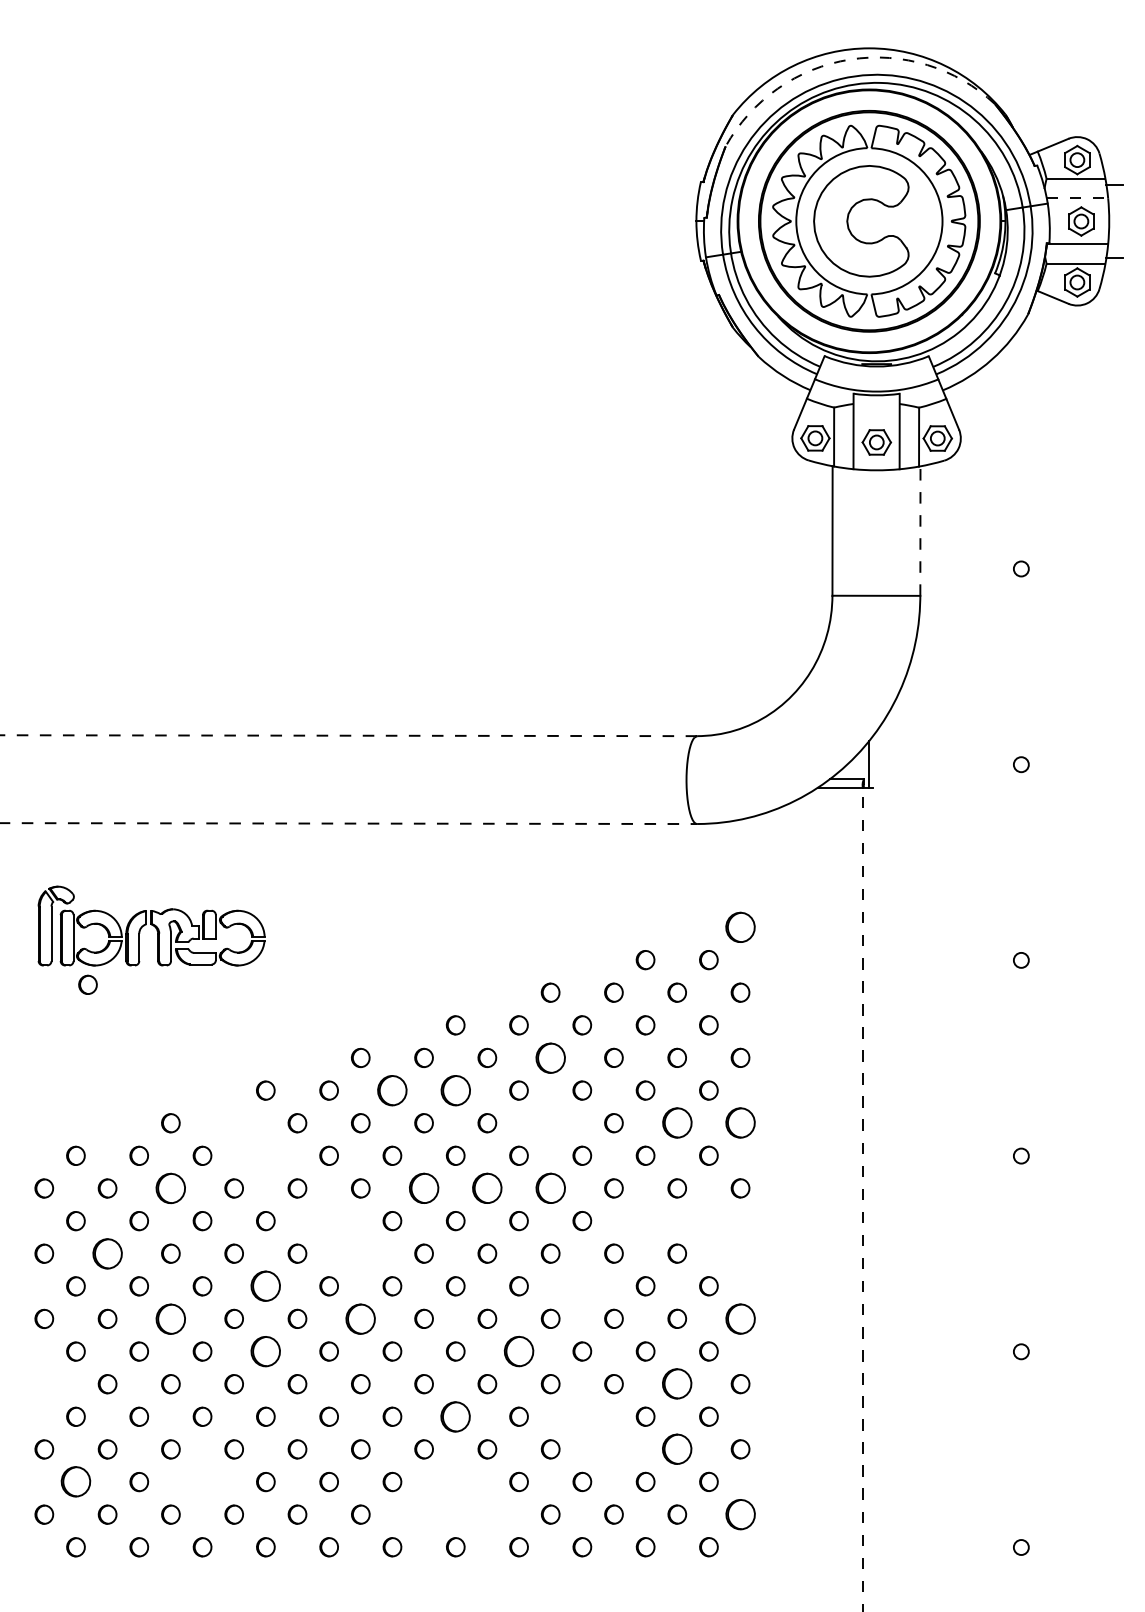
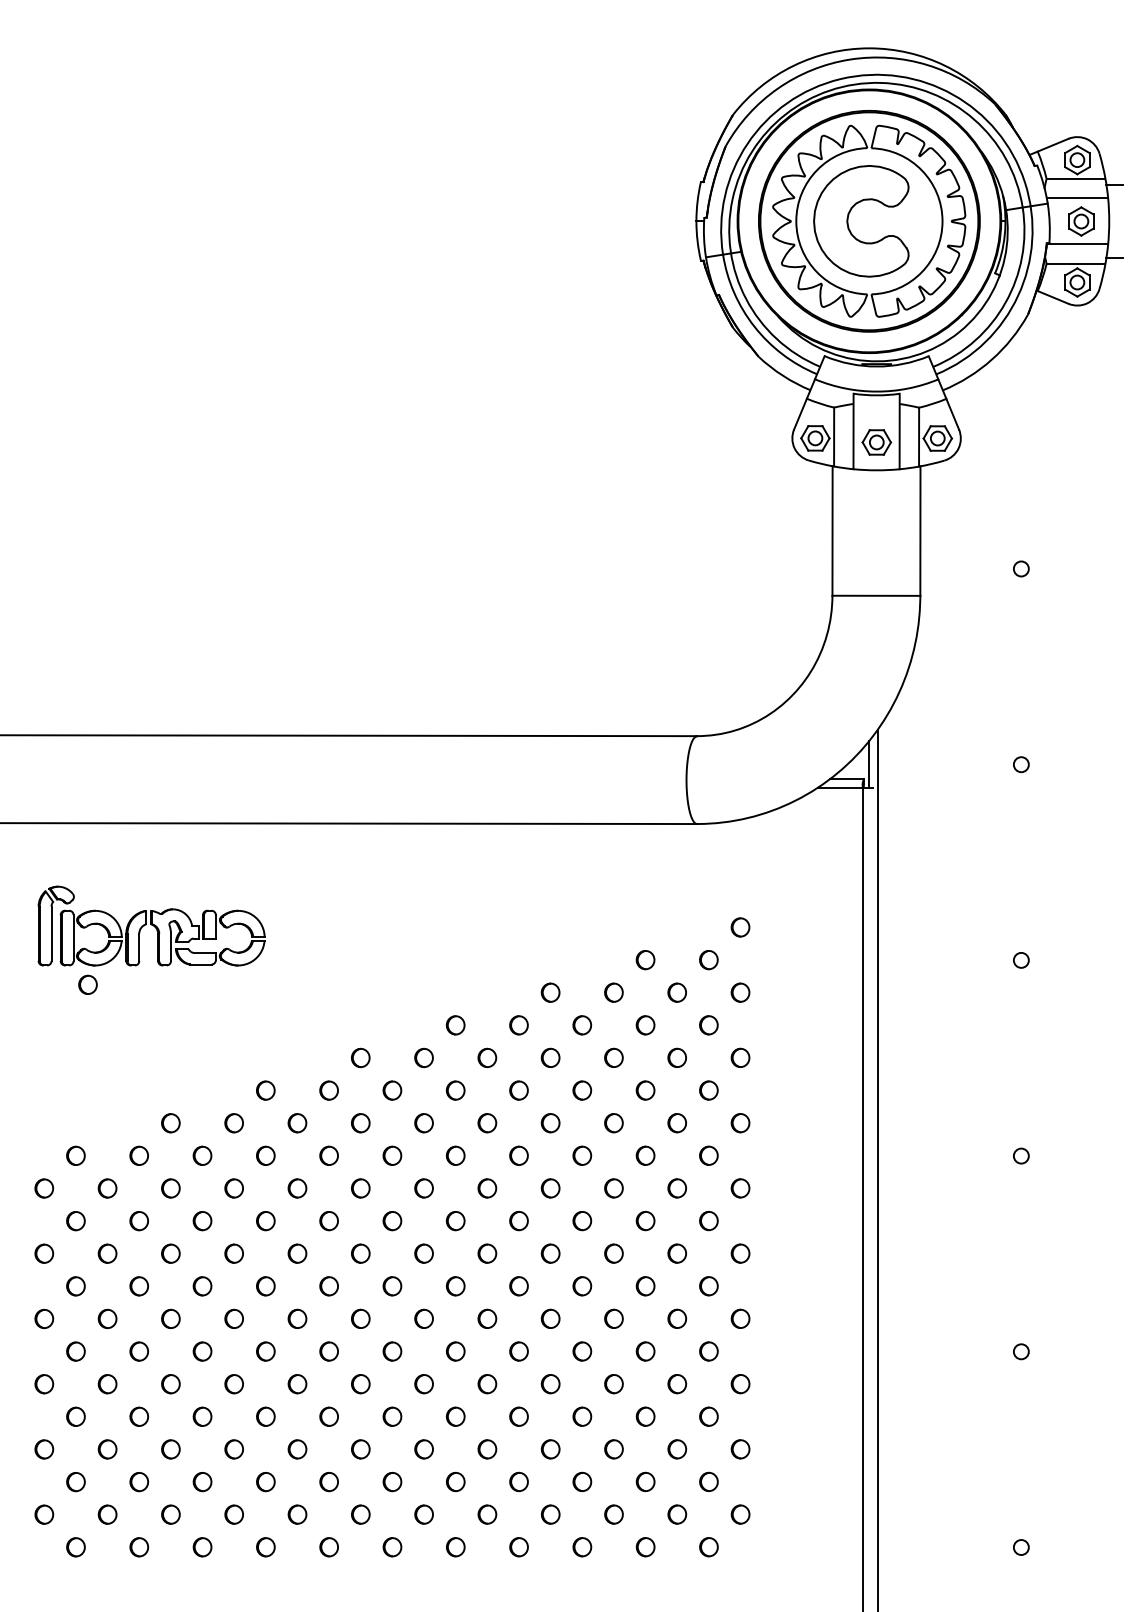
arc at (849, 59): dashed -> solid
line at (1077, 198): dashed -> solid
line at (920, 531): dashed -> solid
line at (348, 735): dashed -> solid
line at (349, 823): dashed -> solid
part at (740, 926) size: 31x32 px -> 21x21 px
part at (550, 1057) size: 31x32 px -> 21x21 px
part at (392, 1090) size: 31x32 px -> 21x21 px
part at (455, 1090) size: 31x32 px -> 21x21 px
part at (677, 1122) size: 31x32 px -> 20x21 px
part at (740, 1122) size: 31x32 px -> 21x21 px
part at (233, 1123): none -> present
part at (550, 1123): none -> present
part at (265, 1155): none -> present
line at (877, 1168): none -> present
part at (424, 1187) size: 31x32 px -> 20x21 px
part at (487, 1187) size: 31x32 px -> 21x21 px
part at (550, 1187) size: 31x32 px -> 21x21 px
part at (170, 1188) size: 31x33 px -> 20x21 px
line at (862, 1199): dashed -> solid
part at (645, 1220): none -> present
part at (328, 1221): none -> present
part at (708, 1221): none -> present
part at (107, 1253) size: 31x32 px -> 21x21 px
part at (360, 1253): none -> present
part at (740, 1253): none -> present
part at (265, 1285) size: 31x32 px -> 20x21 px
part at (582, 1286): none -> present
part at (170, 1318) size: 31x32 px -> 20x21 px
part at (360, 1318) size: 31x32 px -> 20x21 px
part at (740, 1318) size: 31x32 px -> 21x21 px
part at (265, 1351) size: 31x32 px -> 20x21 px
part at (518, 1351) size: 32x33 px -> 20x21 px
part at (677, 1383) size: 31x32 px -> 21x21 px
part at (44, 1384): none -> present
part at (455, 1416) size: 31x32 px -> 20x21 px
part at (582, 1416): none -> present
part at (677, 1448) size: 31x32 px -> 21x21 px
part at (613, 1449): none -> present
part at (75, 1481) size: 32x32 px -> 20x21 px
part at (455, 1481): none -> present
part at (202, 1482): none -> present
part at (423, 1514): none -> present
part at (487, 1514): none -> present
part at (740, 1514) size: 31x32 px -> 21x21 px
